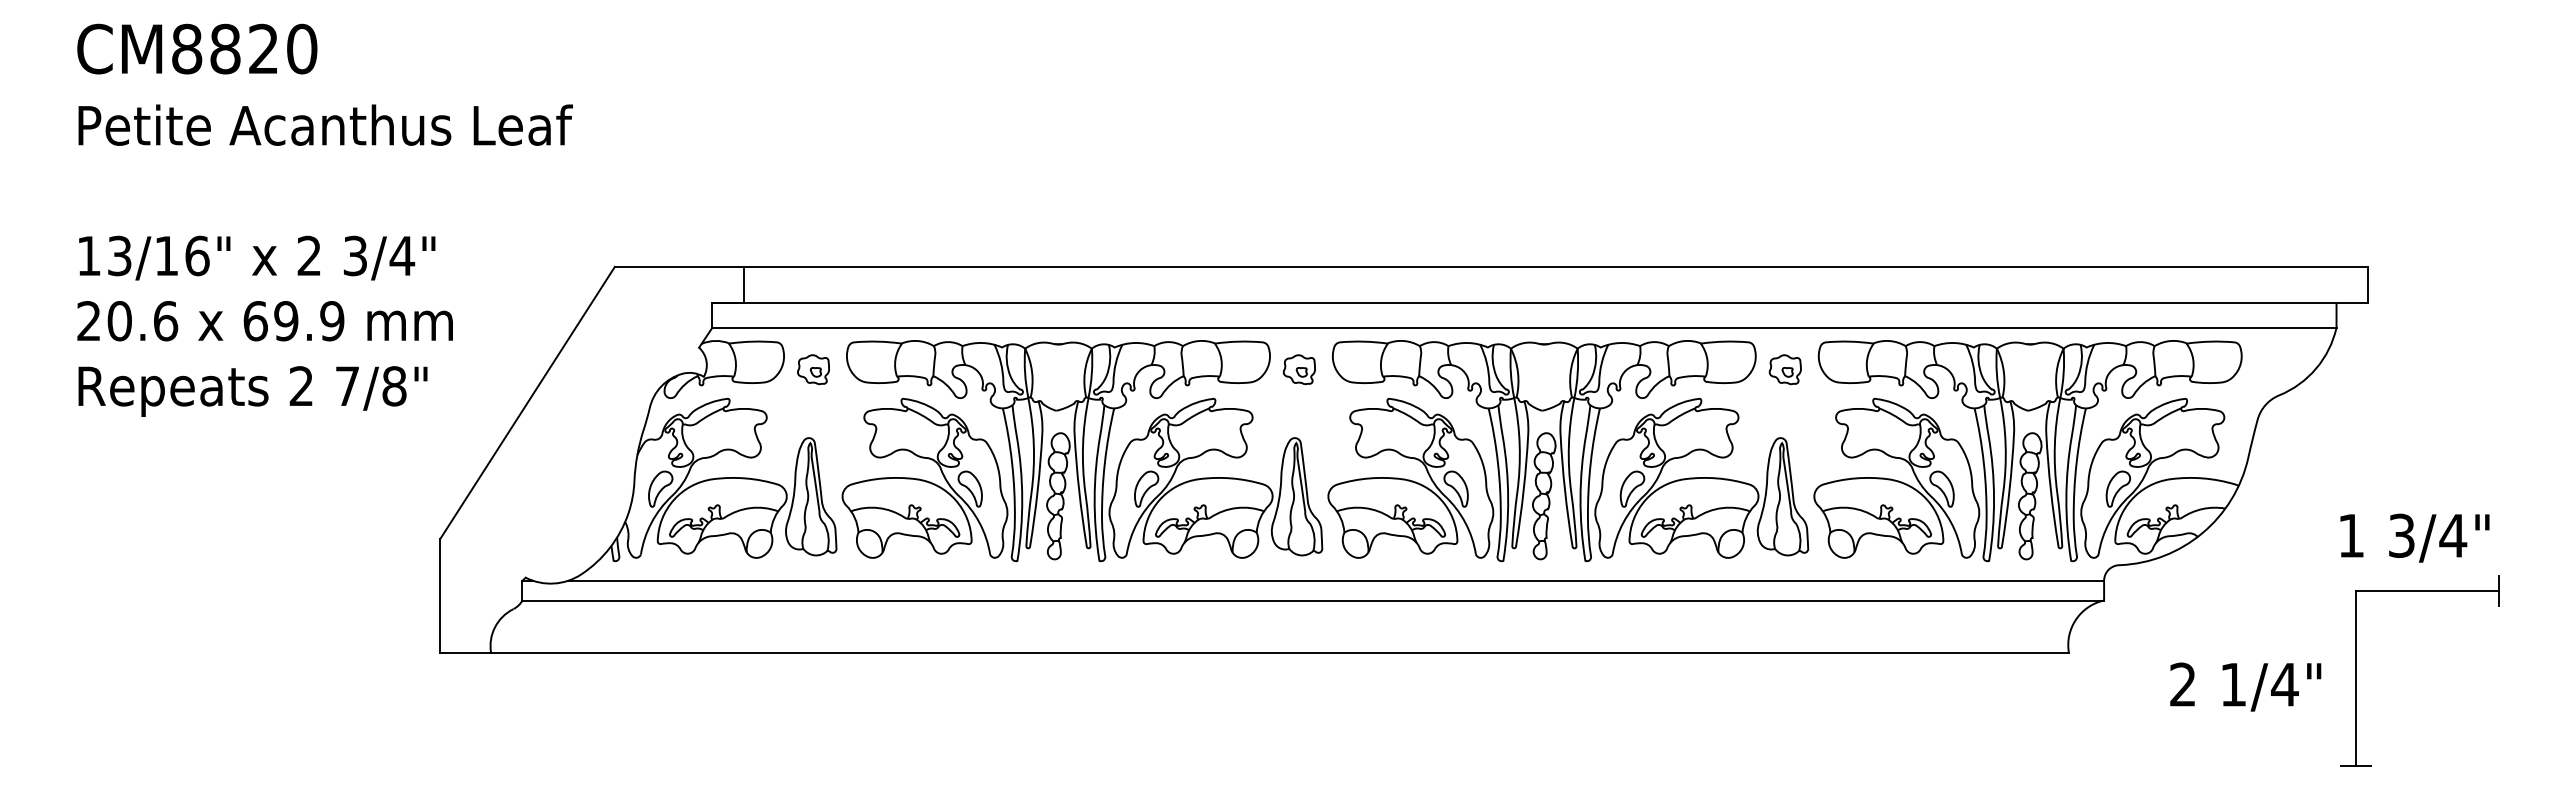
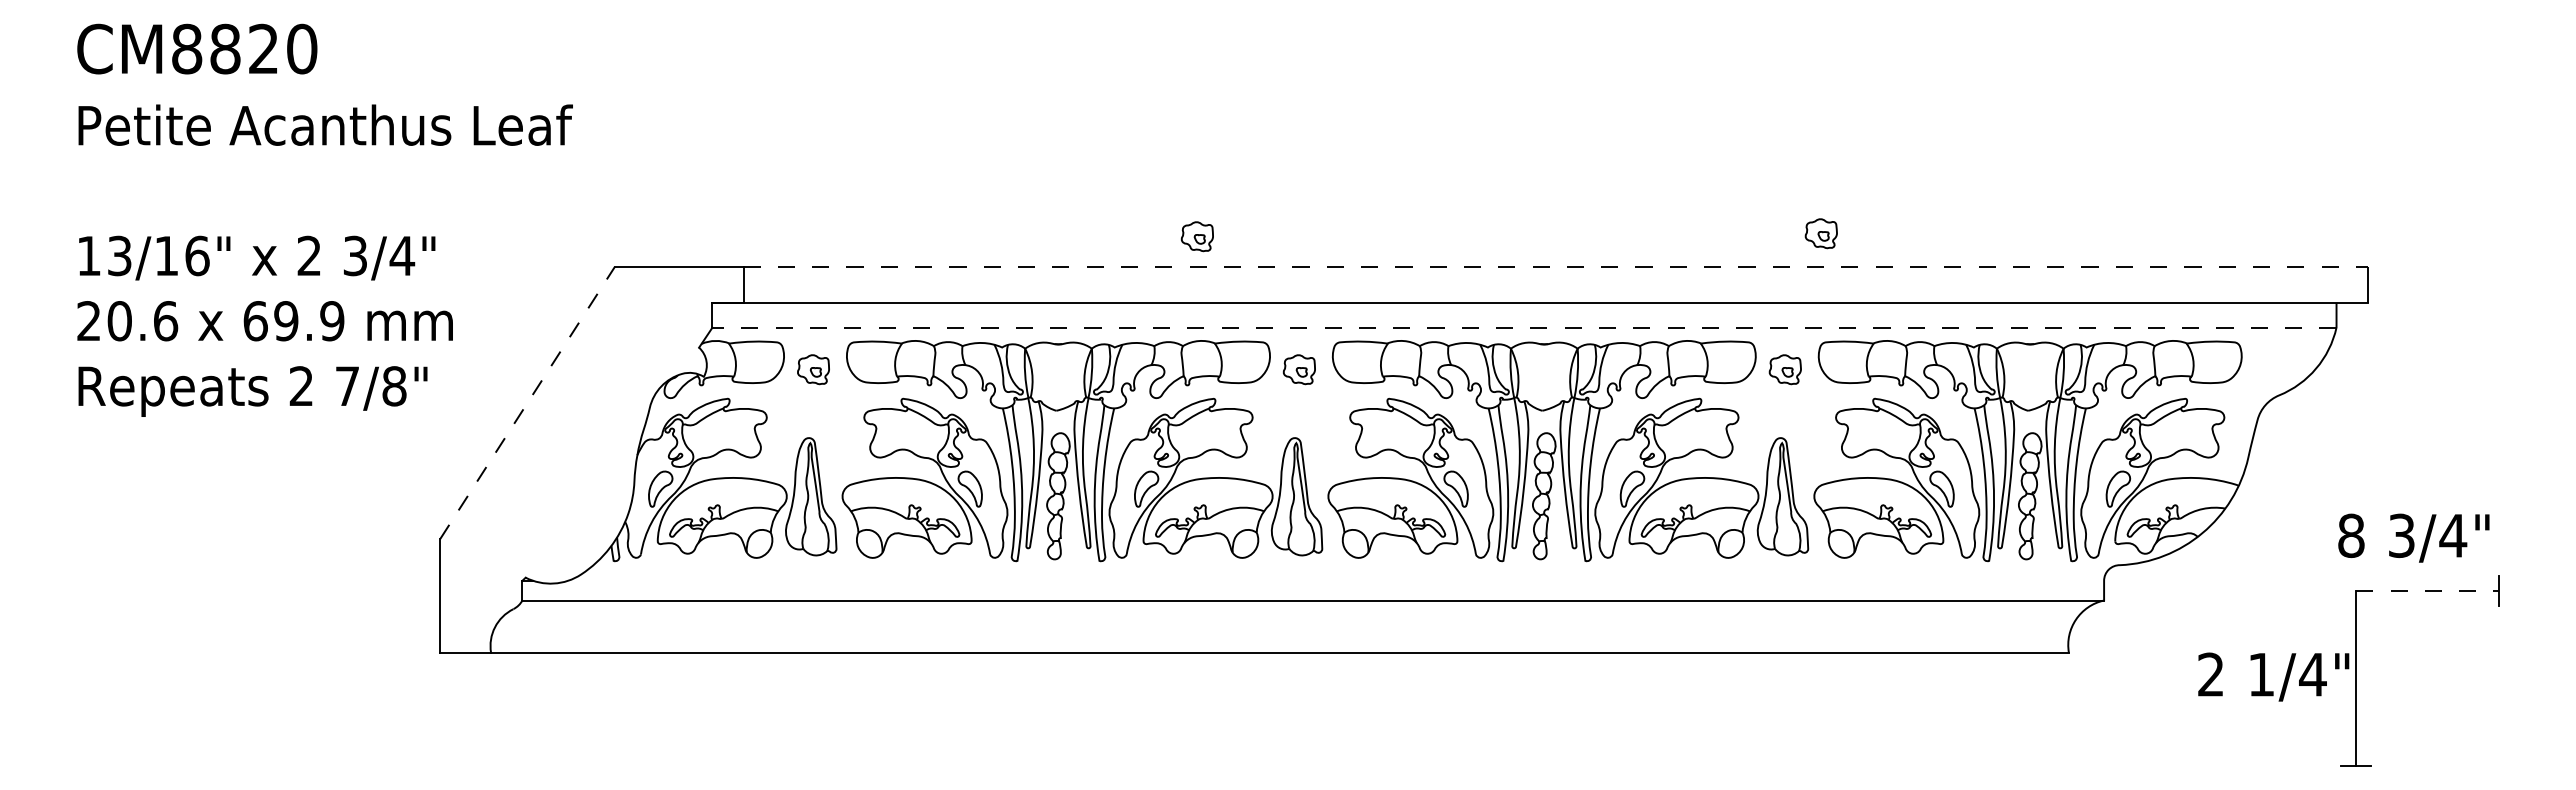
part at (1820, 233): none -> present
part at (1196, 236): none -> present
line at (1556, 266): solid -> dashed
line at (1524, 327): solid -> dashed
line at (527, 403): solid -> dashed
text at (2351, 535): 1 -> 8
line at (1336, 580): present -> none
line at (2428, 590): solid -> dashed
text at (2245, 686) position: (2245, 686) -> (2273, 676)
